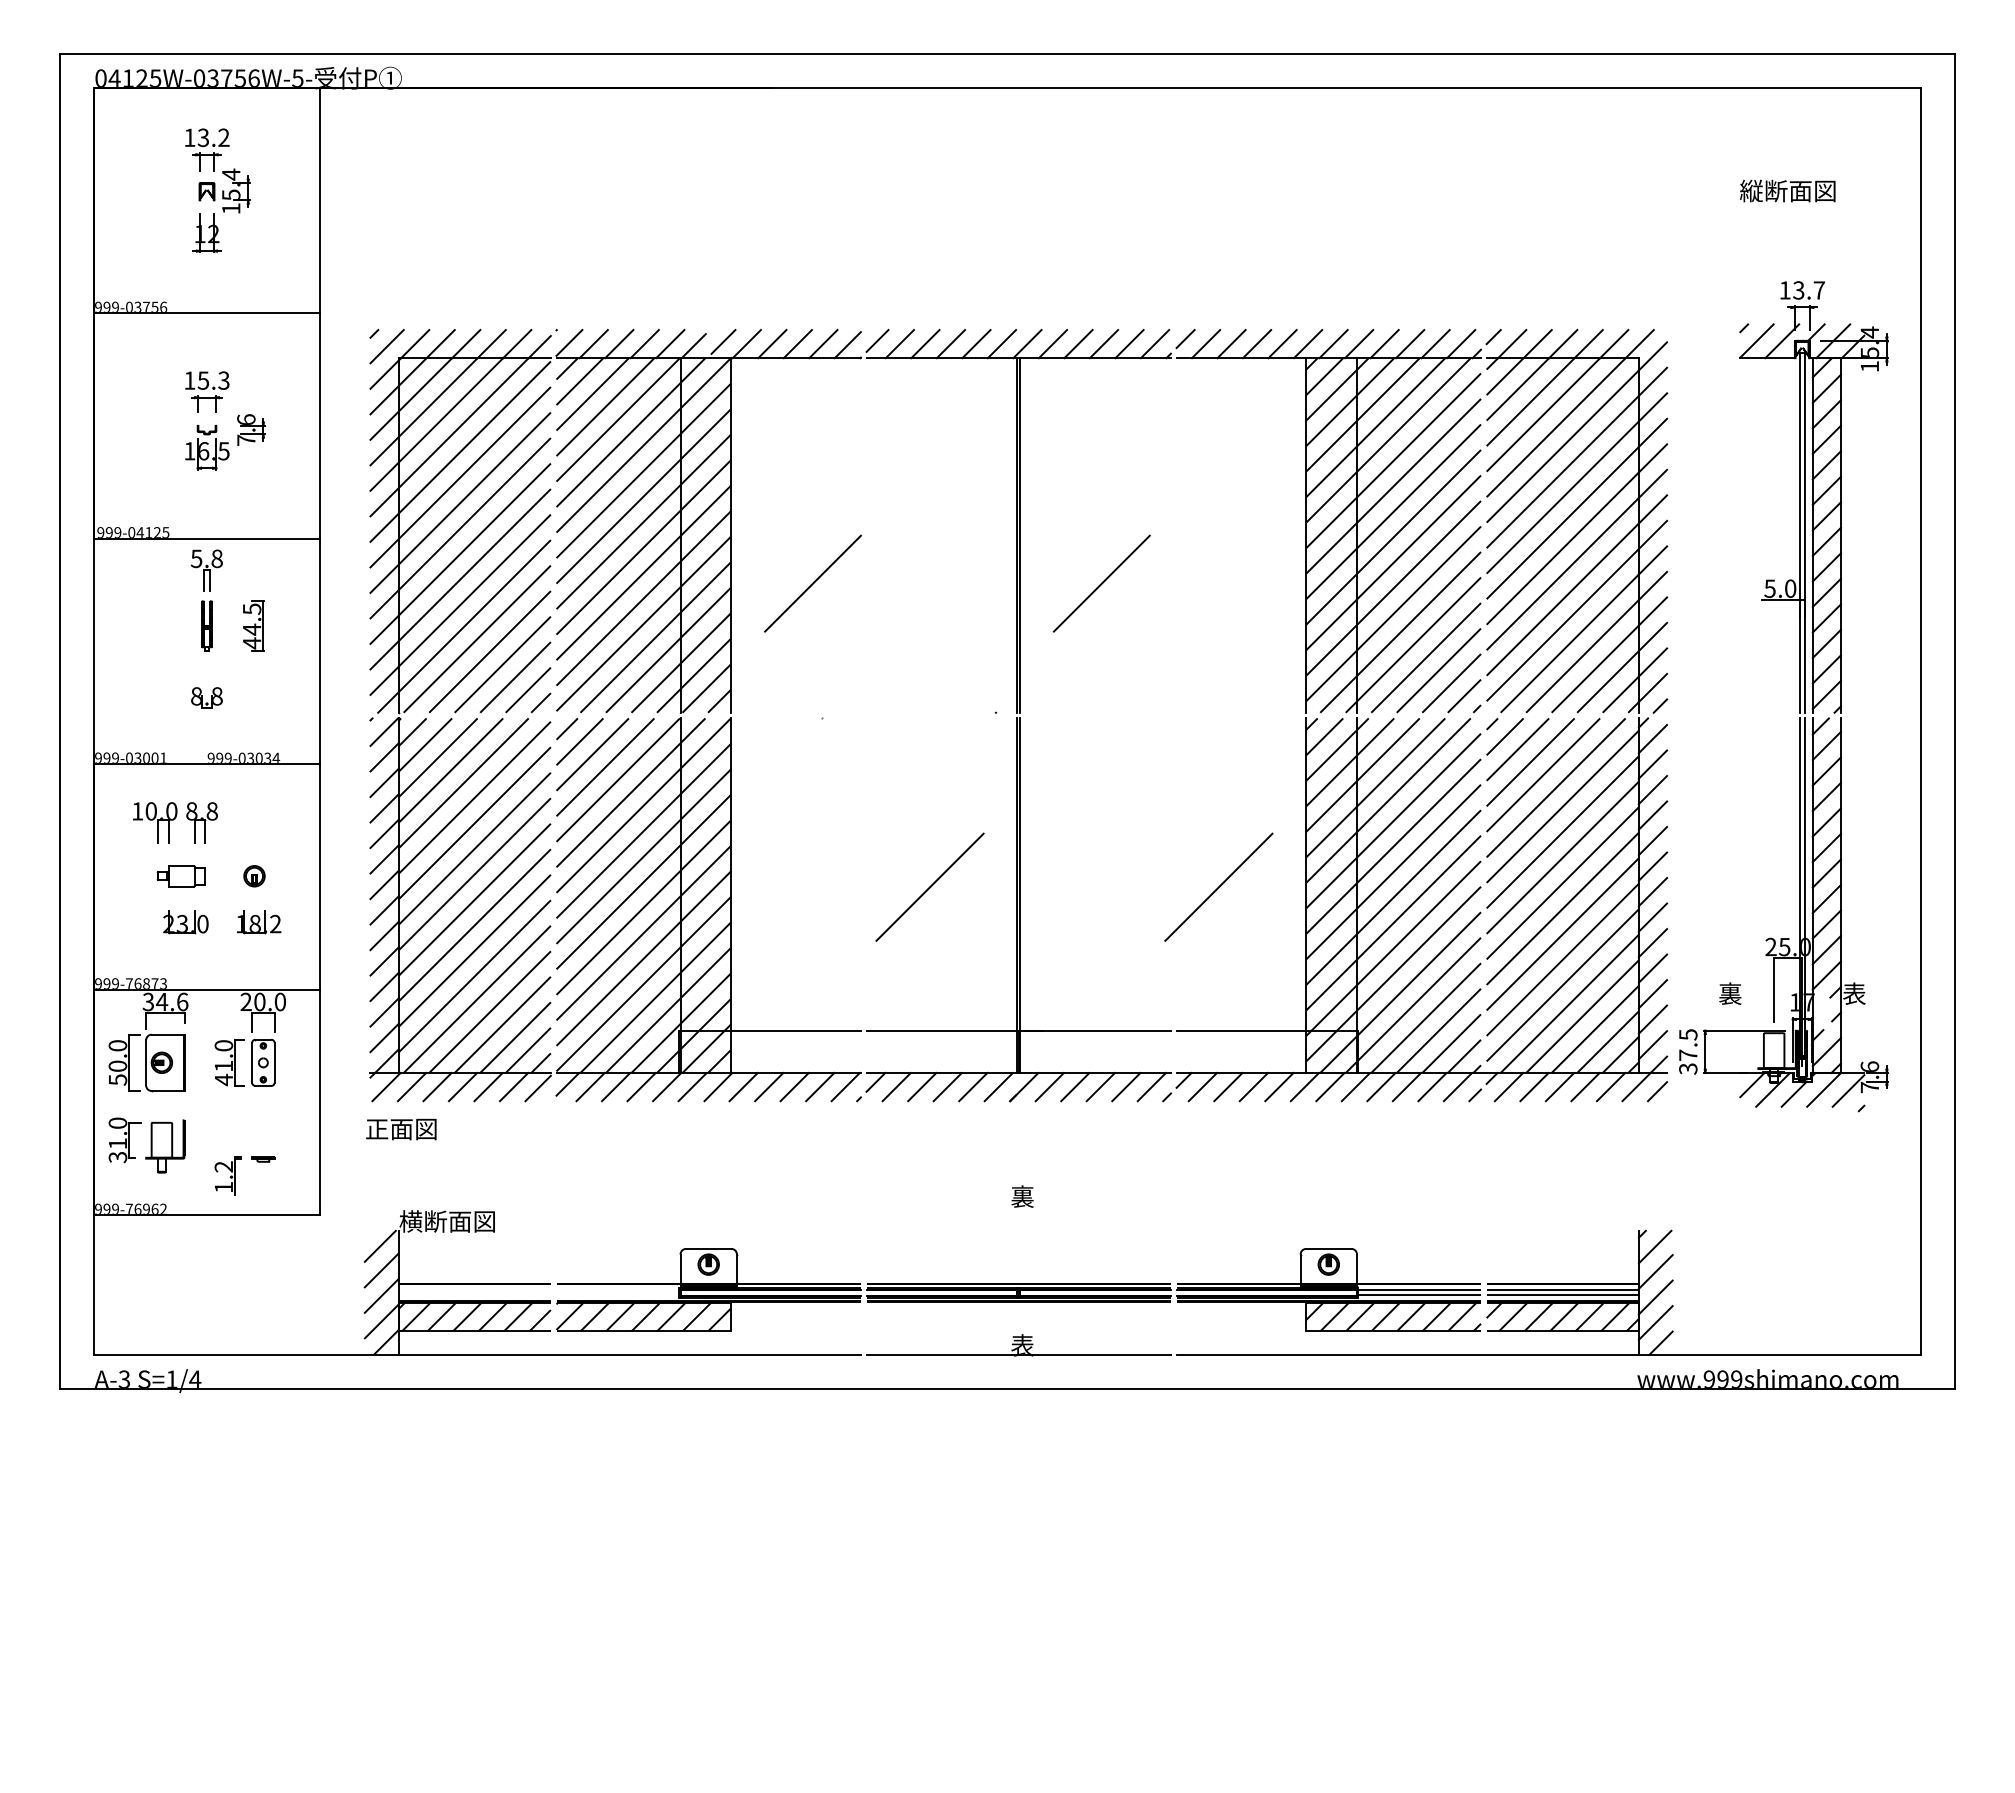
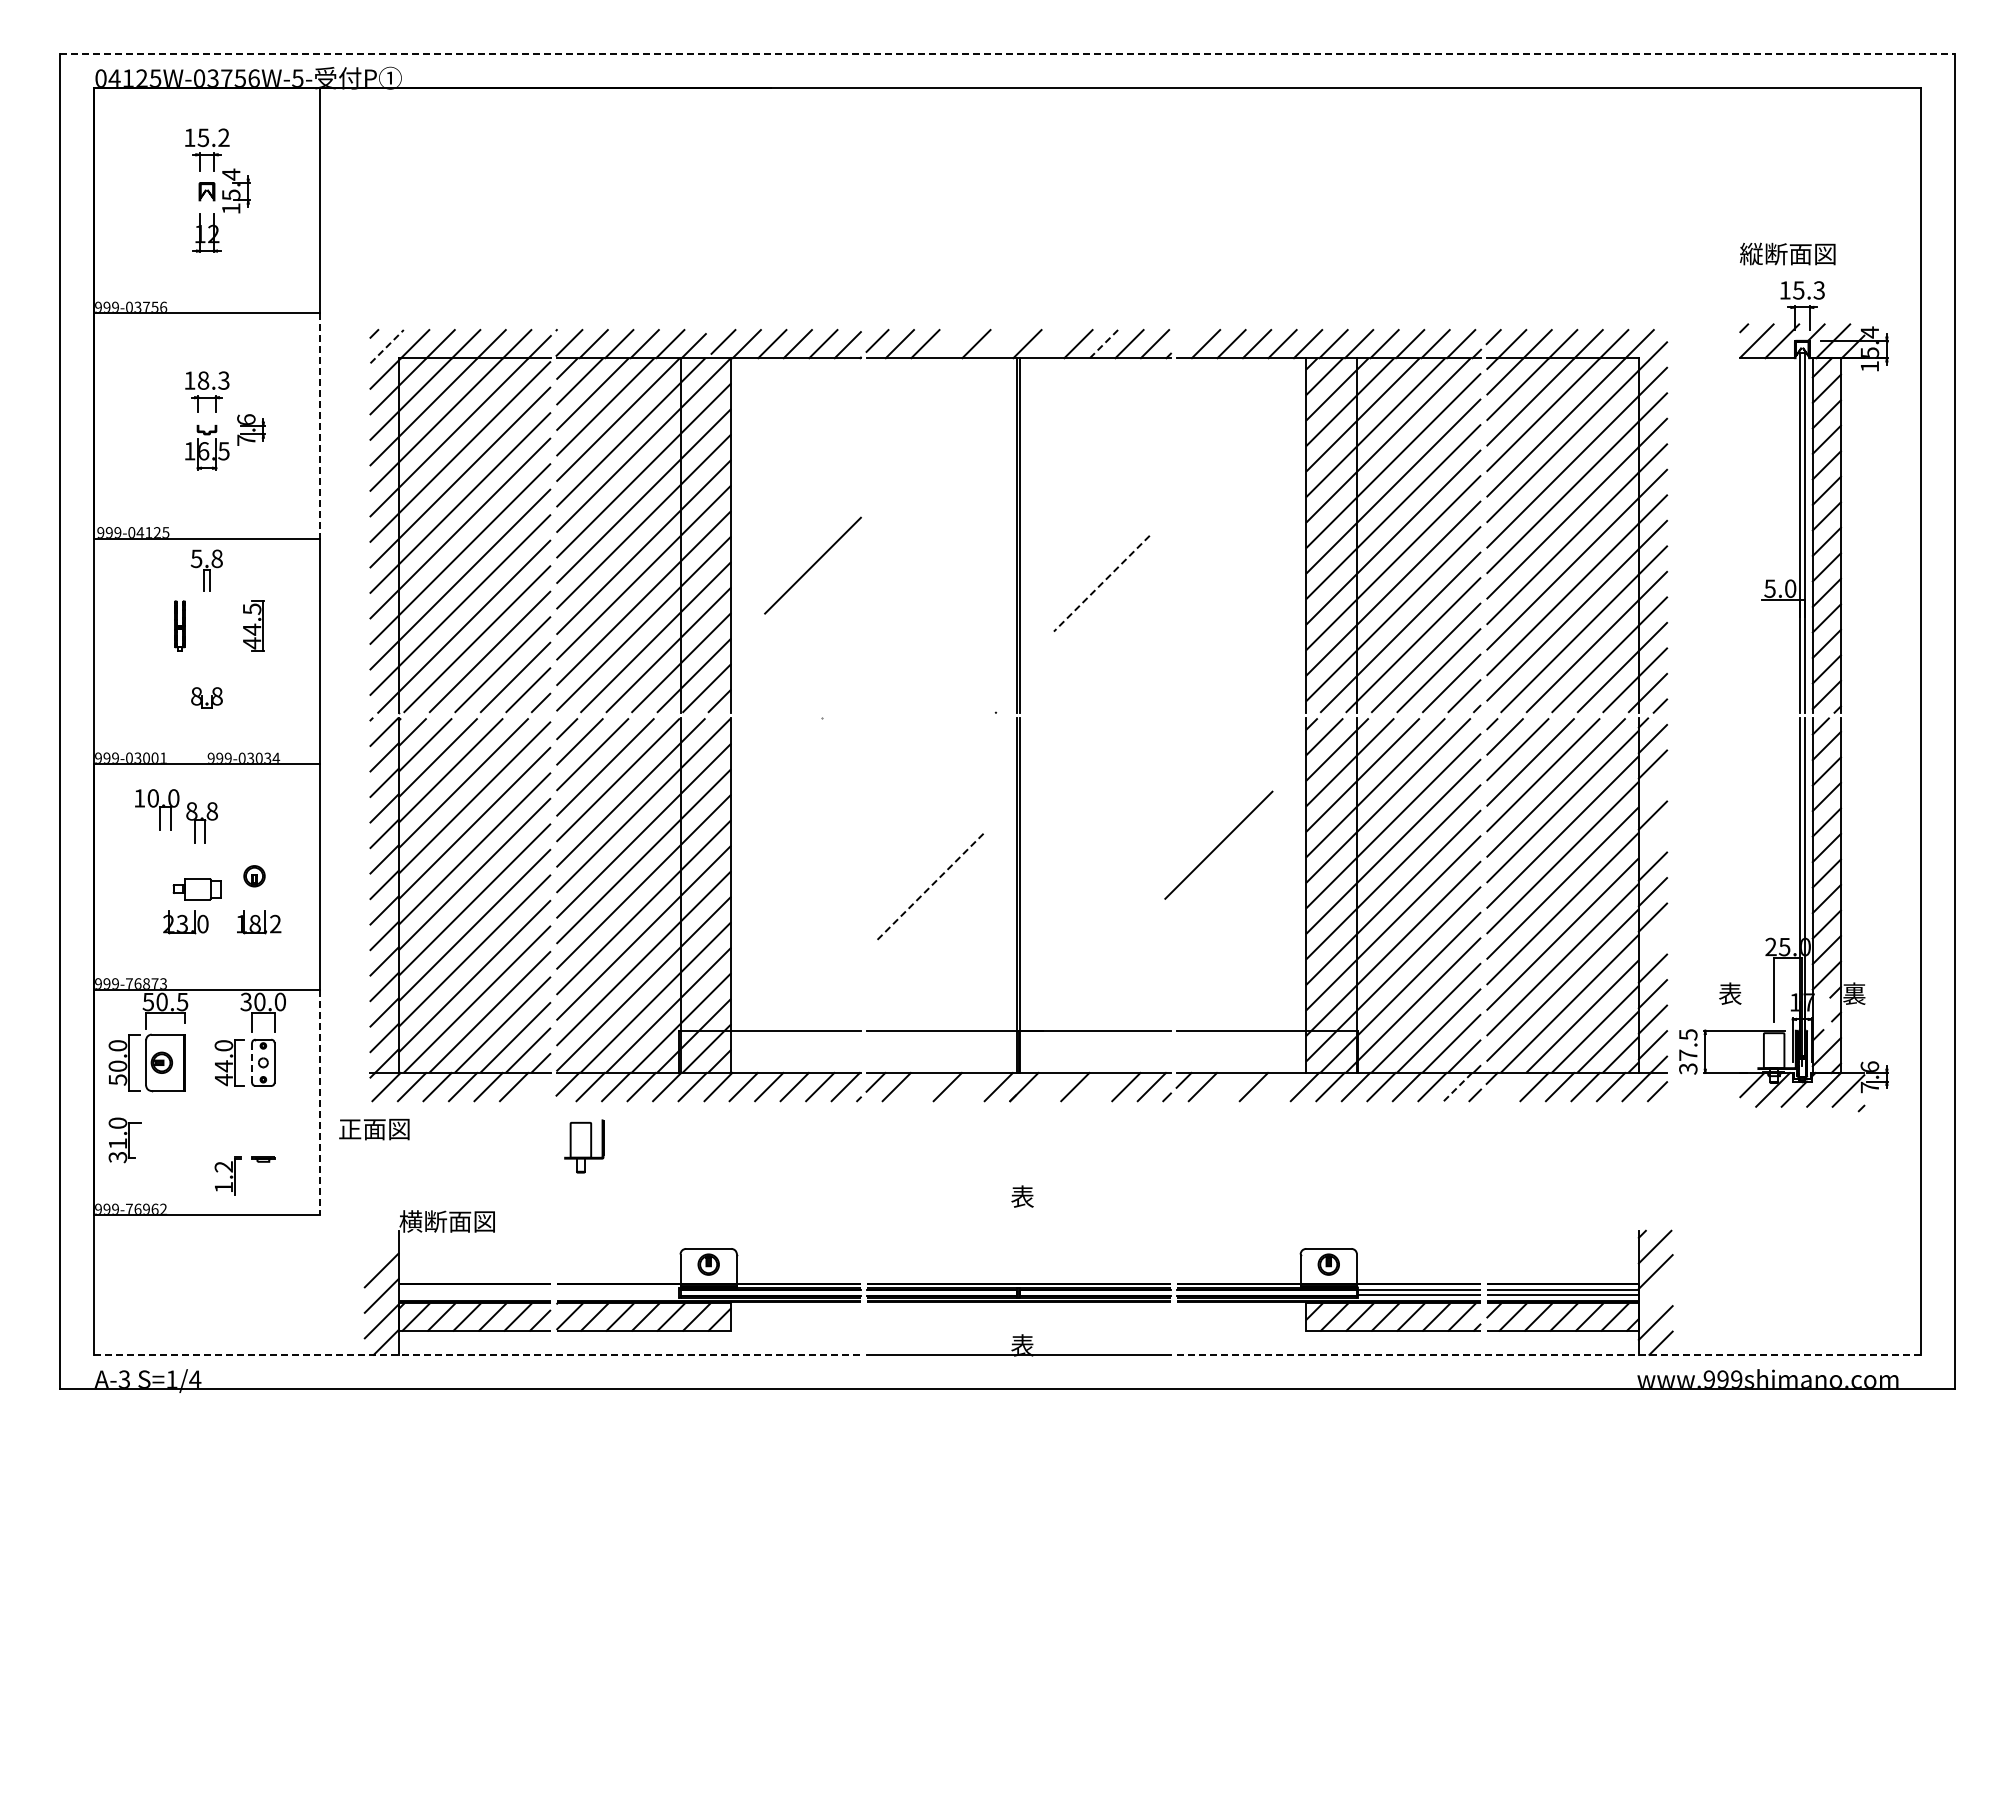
line at (1007, 53): solid -> dashed
text at (203, 137): 13.2 -> 15.2
text at (1787, 190) position: (1787, 190) -> (1787, 253)
text at (1808, 290): 13.7 -> 15.3
line at (1185, 339): present -> none
line at (950, 344): present -> none
line at (1001, 344): present -> none
line at (1052, 344): present -> none
line at (1104, 344): solid -> dashed
line at (387, 346): solid -> dashed
text at (203, 380): 15.3 -> 18.3
line at (319, 425): solid -> dashed
line at (812, 583) position: (812, 583) -> (812, 565)
line at (1101, 583): solid -> dashed
part at (206, 625) position: (206, 625) -> (179, 625)
line at (1652, 789): present -> none
part at (155, 822) position: (155, 822) -> (157, 809)
line at (1652, 841): present -> none
part at (180, 876) position: (180, 876) -> (196, 889)
line at (1218, 886) position: (1218, 886) -> (1218, 844)
line at (930, 887): solid -> dashed
line at (1652, 943): present -> none
text at (1730, 994): 裏 -> 表
text at (1854, 994): 表 -> 裏
text at (165, 1001): 34.6 -> 50.5
text at (245, 1002): 20.0 -> 30.0
line at (252, 1062): solid -> dashed
text at (223, 1066): 41.0 -> 44.0
line at (922, 1087): present -> none
line at (973, 1087): present -> none
line at (1049, 1087): present -> none
line at (1100, 1087): present -> none
line at (1228, 1087): present -> none
line at (1279, 1087): present -> none
line at (1457, 1087): solid -> dashed
line at (1508, 1087): present -> none
line at (537, 1088): present -> none
line at (319, 1102): solid -> dashed
text at (401, 1129) position: (401, 1129) -> (374, 1129)
part at (165, 1146) position: (165, 1146) -> (584, 1146)
text at (1022, 1197): 裏 -> 表
line at (379, 1245): present -> none
line at (1655, 1297): present -> none
line at (478, 1354): solid -> dashed
line at (1549, 1354): solid -> dashed
